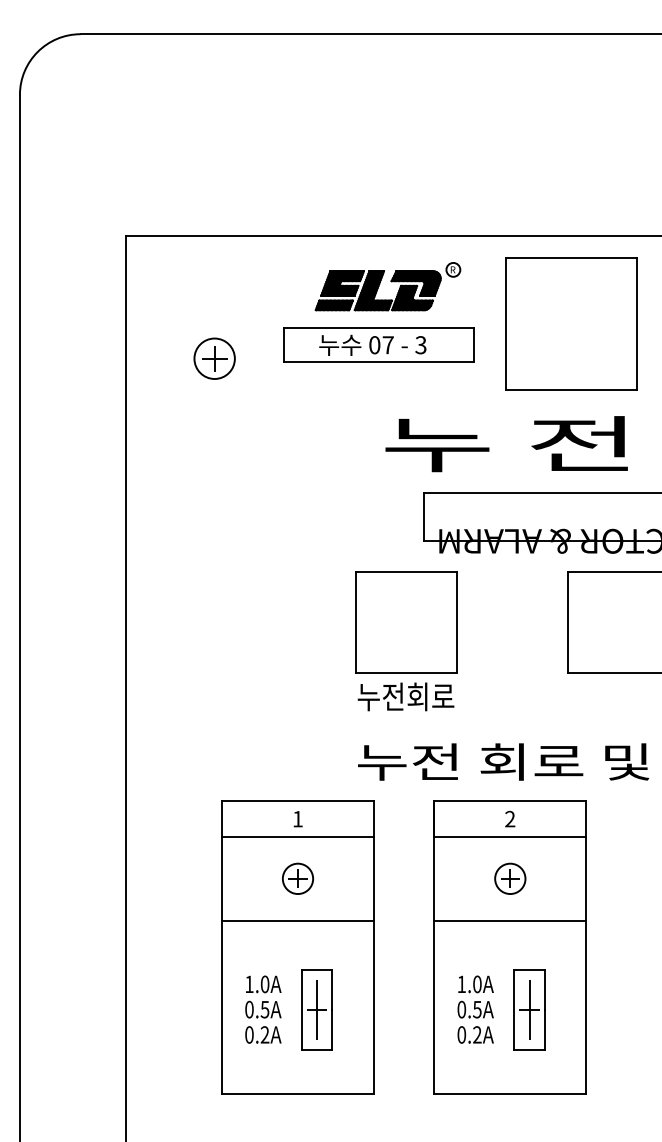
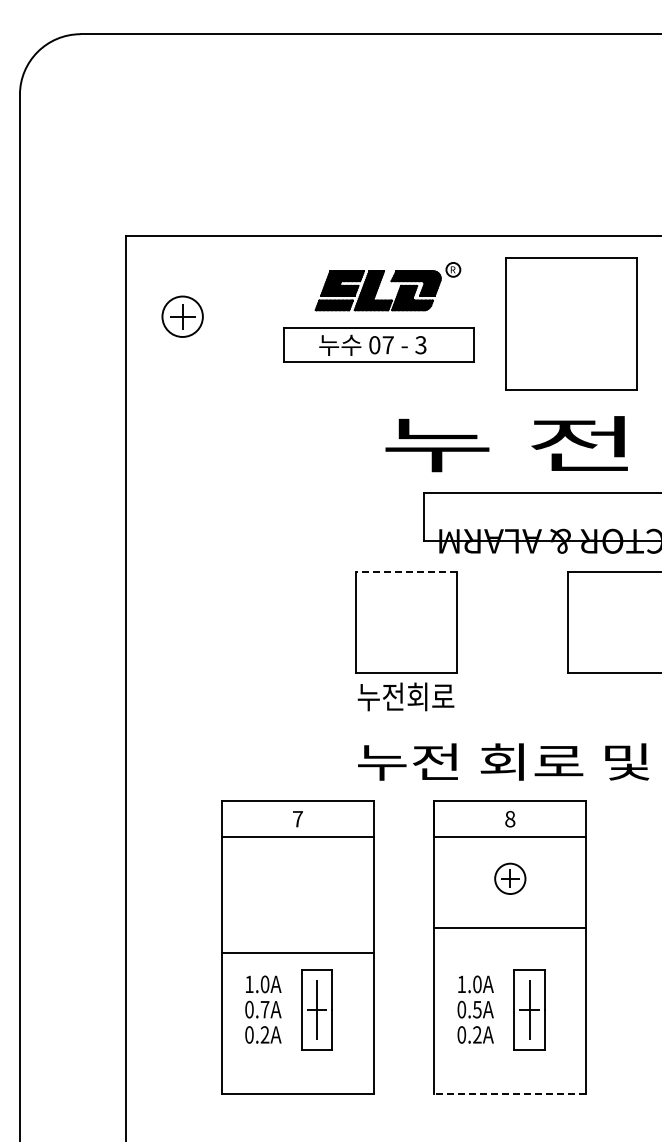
part at (214, 358) position: (214, 358) -> (182, 316)
line at (406, 571): solid -> dashed
text at (297, 819): 1 -> 7
text at (510, 819): 2 -> 8
part at (297, 878): present -> none
line at (297, 920) position: (297, 920) -> (297, 952)
line at (510, 920) position: (510, 920) -> (510, 927)
text at (264, 1009): 0.5A -> 0.7A
line at (510, 1094): solid -> dashed
